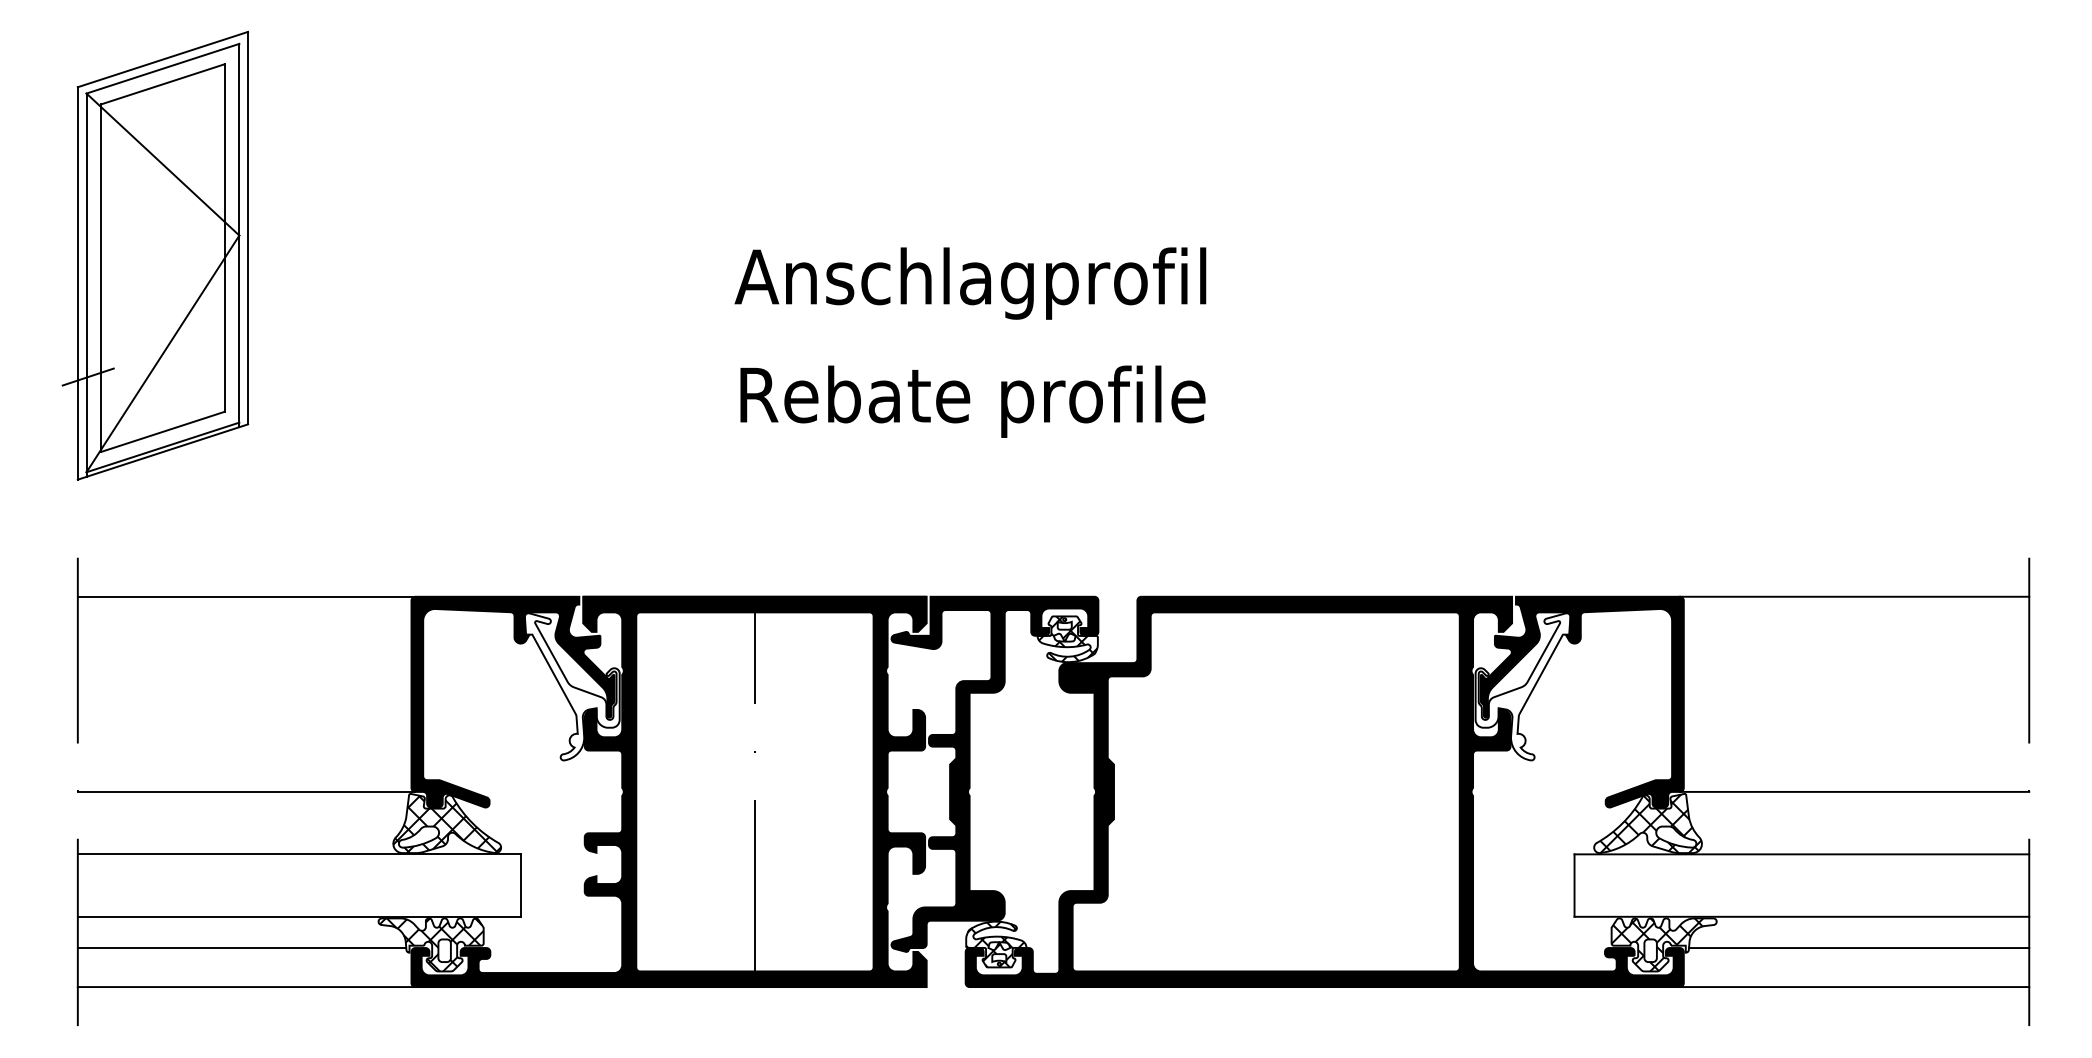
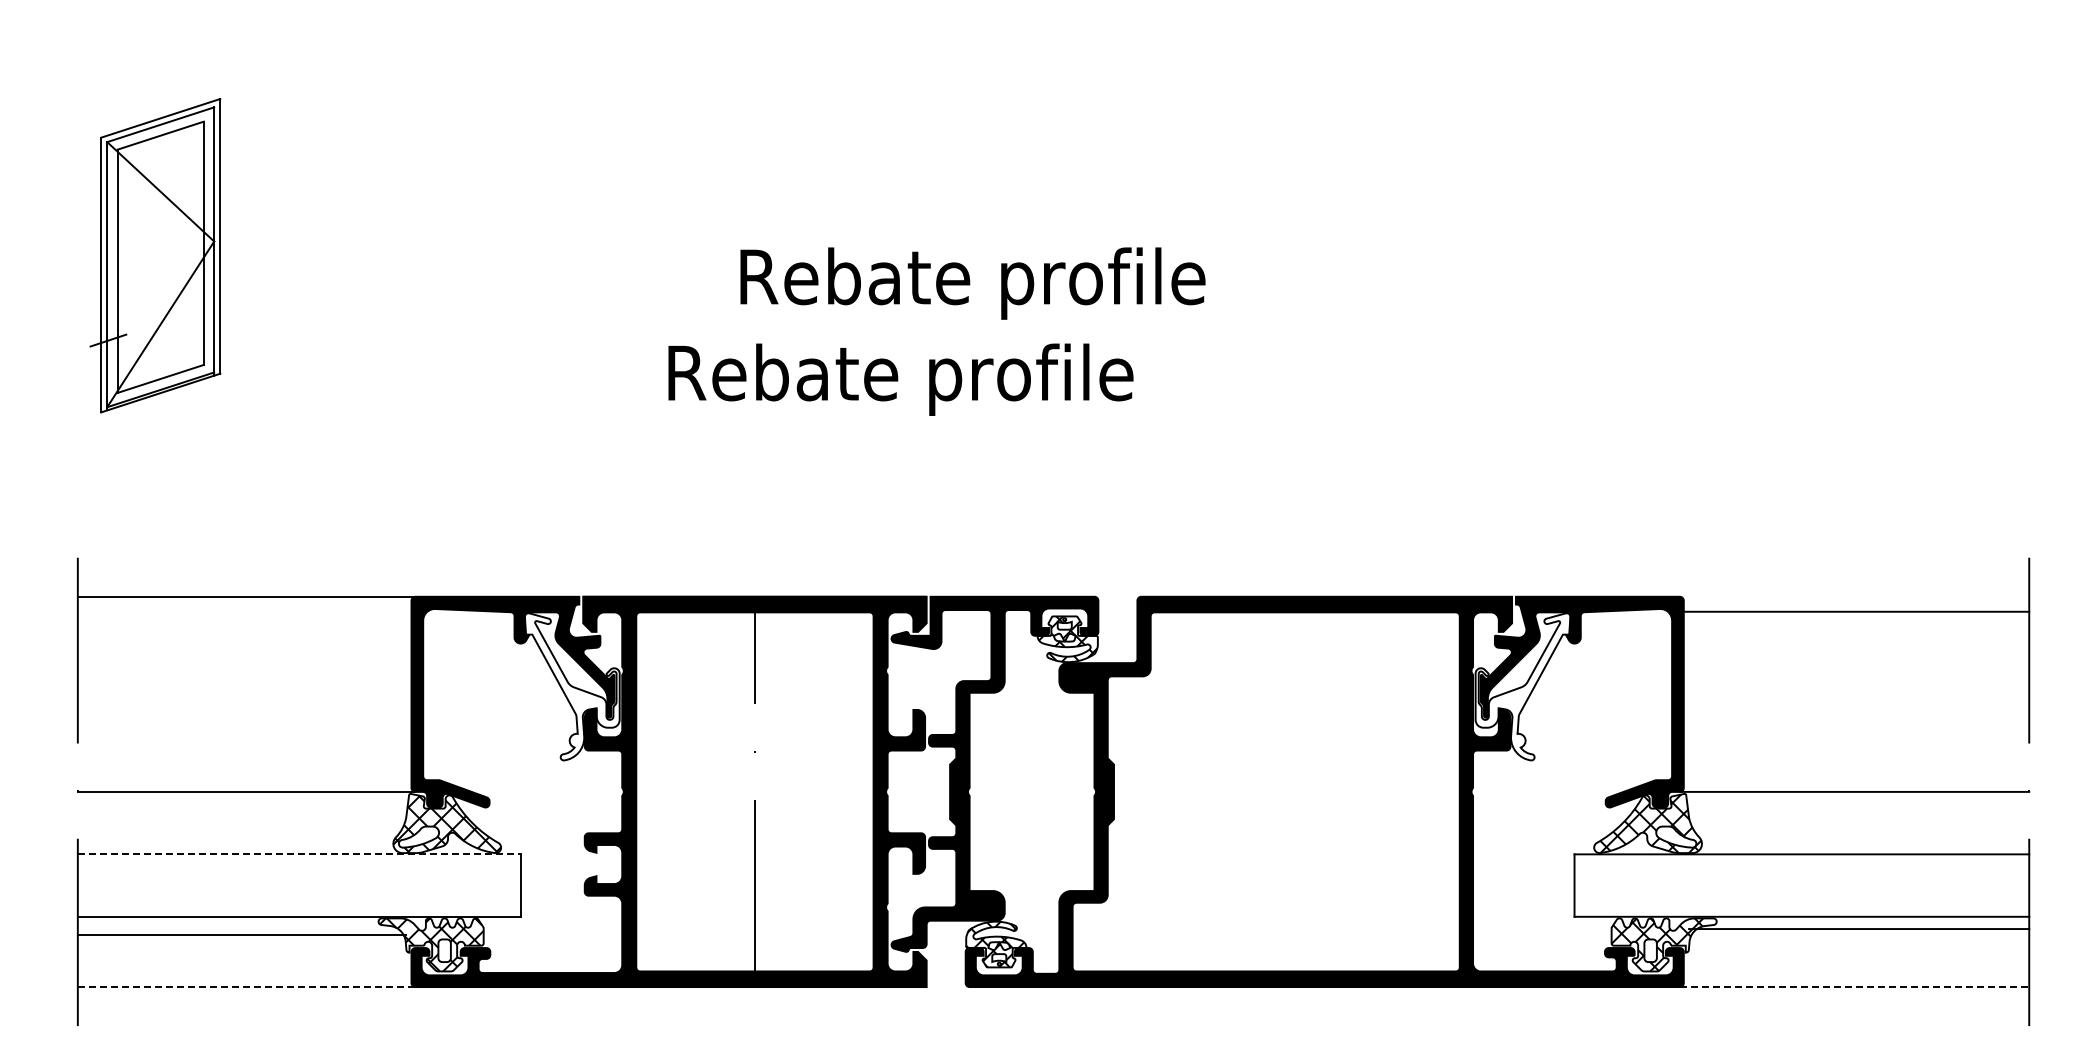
part at (155, 255) size: 189x451 px -> 133x316 px
text at (970, 283): Anschlagprofil -> Rebate profile
text at (972, 401) position: (972, 401) -> (900, 379)
line at (1854, 596) position: (1854, 596) -> (1854, 611)
line at (299, 854): solid -> dashed
line at (241, 948) position: (241, 948) -> (241, 935)
line at (1859, 948) position: (1859, 948) -> (1859, 929)
line at (246, 987): solid -> dashed
line at (1854, 987): solid -> dashed
